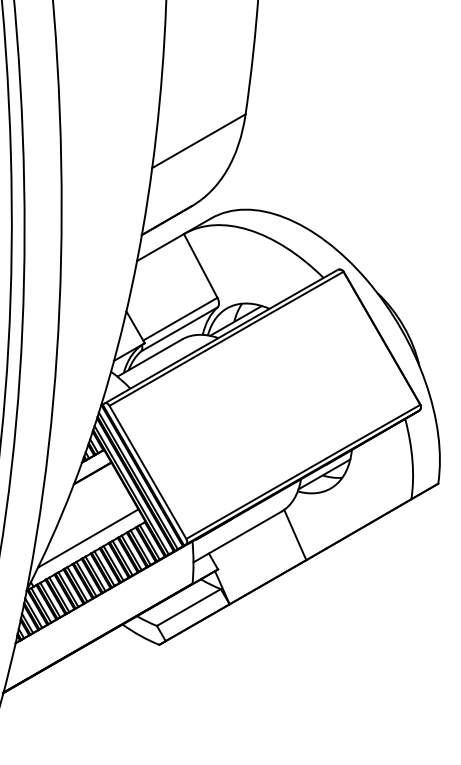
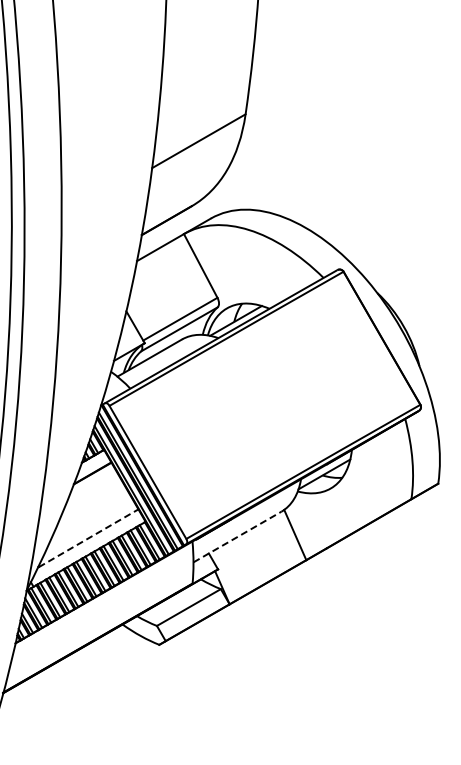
line at (237, 537): solid -> dashed
line at (88, 538): solid -> dashed
